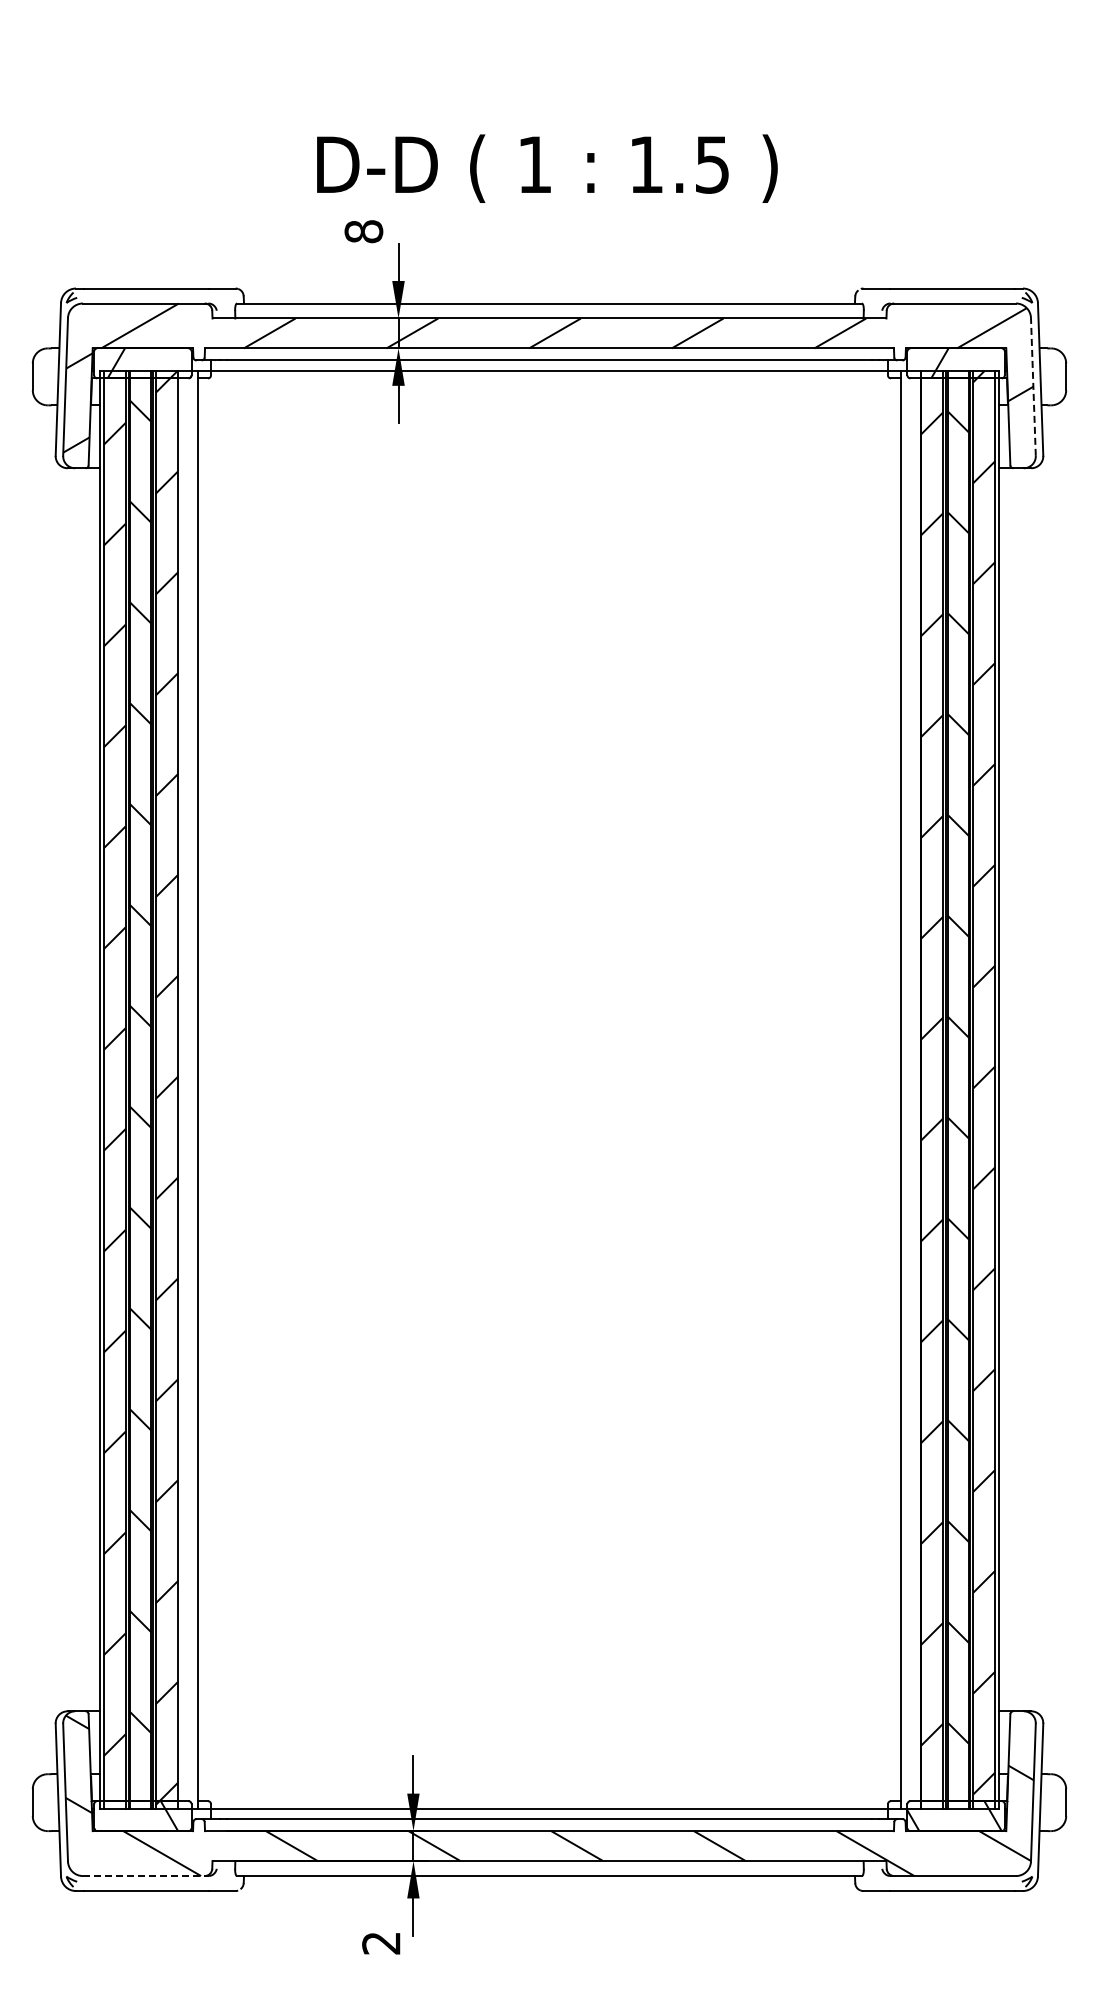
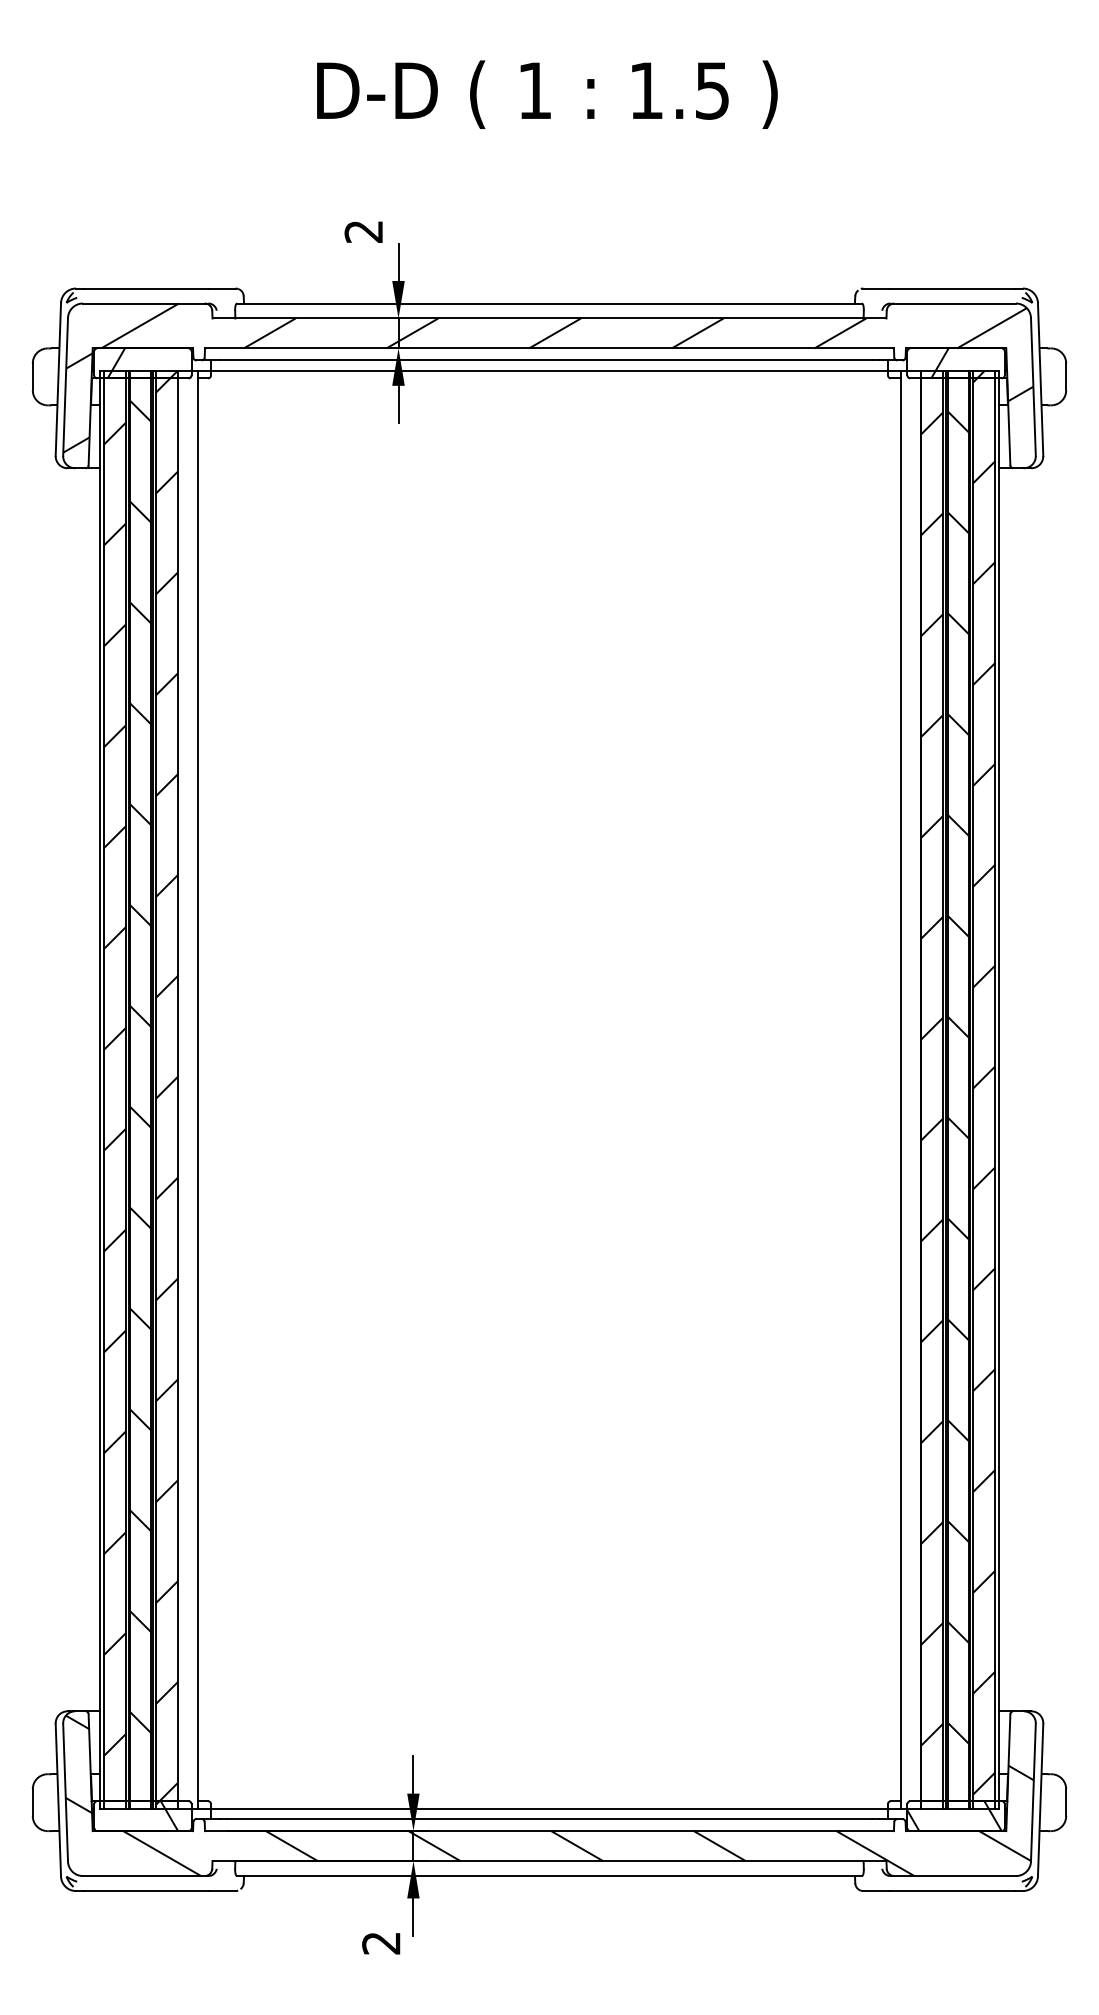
text at (547, 168) position: (547, 168) -> (547, 94)
text at (363, 231): 8 -> 2
line at (1033, 386): dashed -> solid
line at (143, 1876): dashed -> solid
